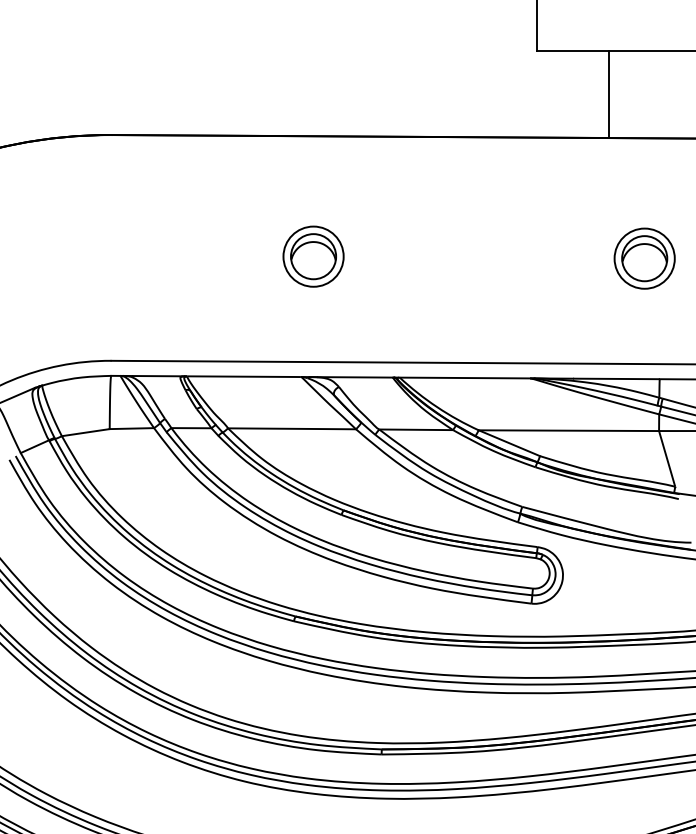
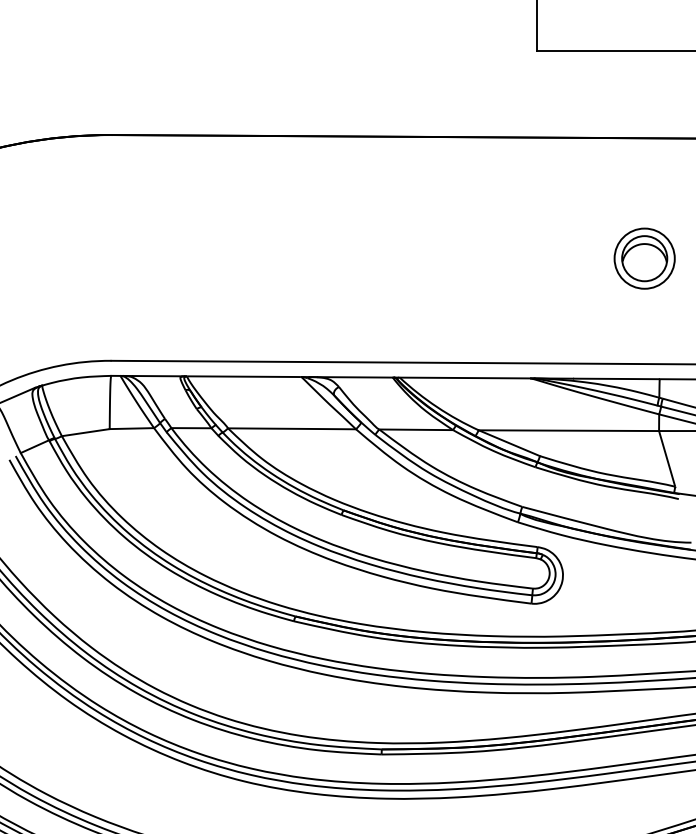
line at (608, 94): present -> none
part at (313, 256): present -> none
